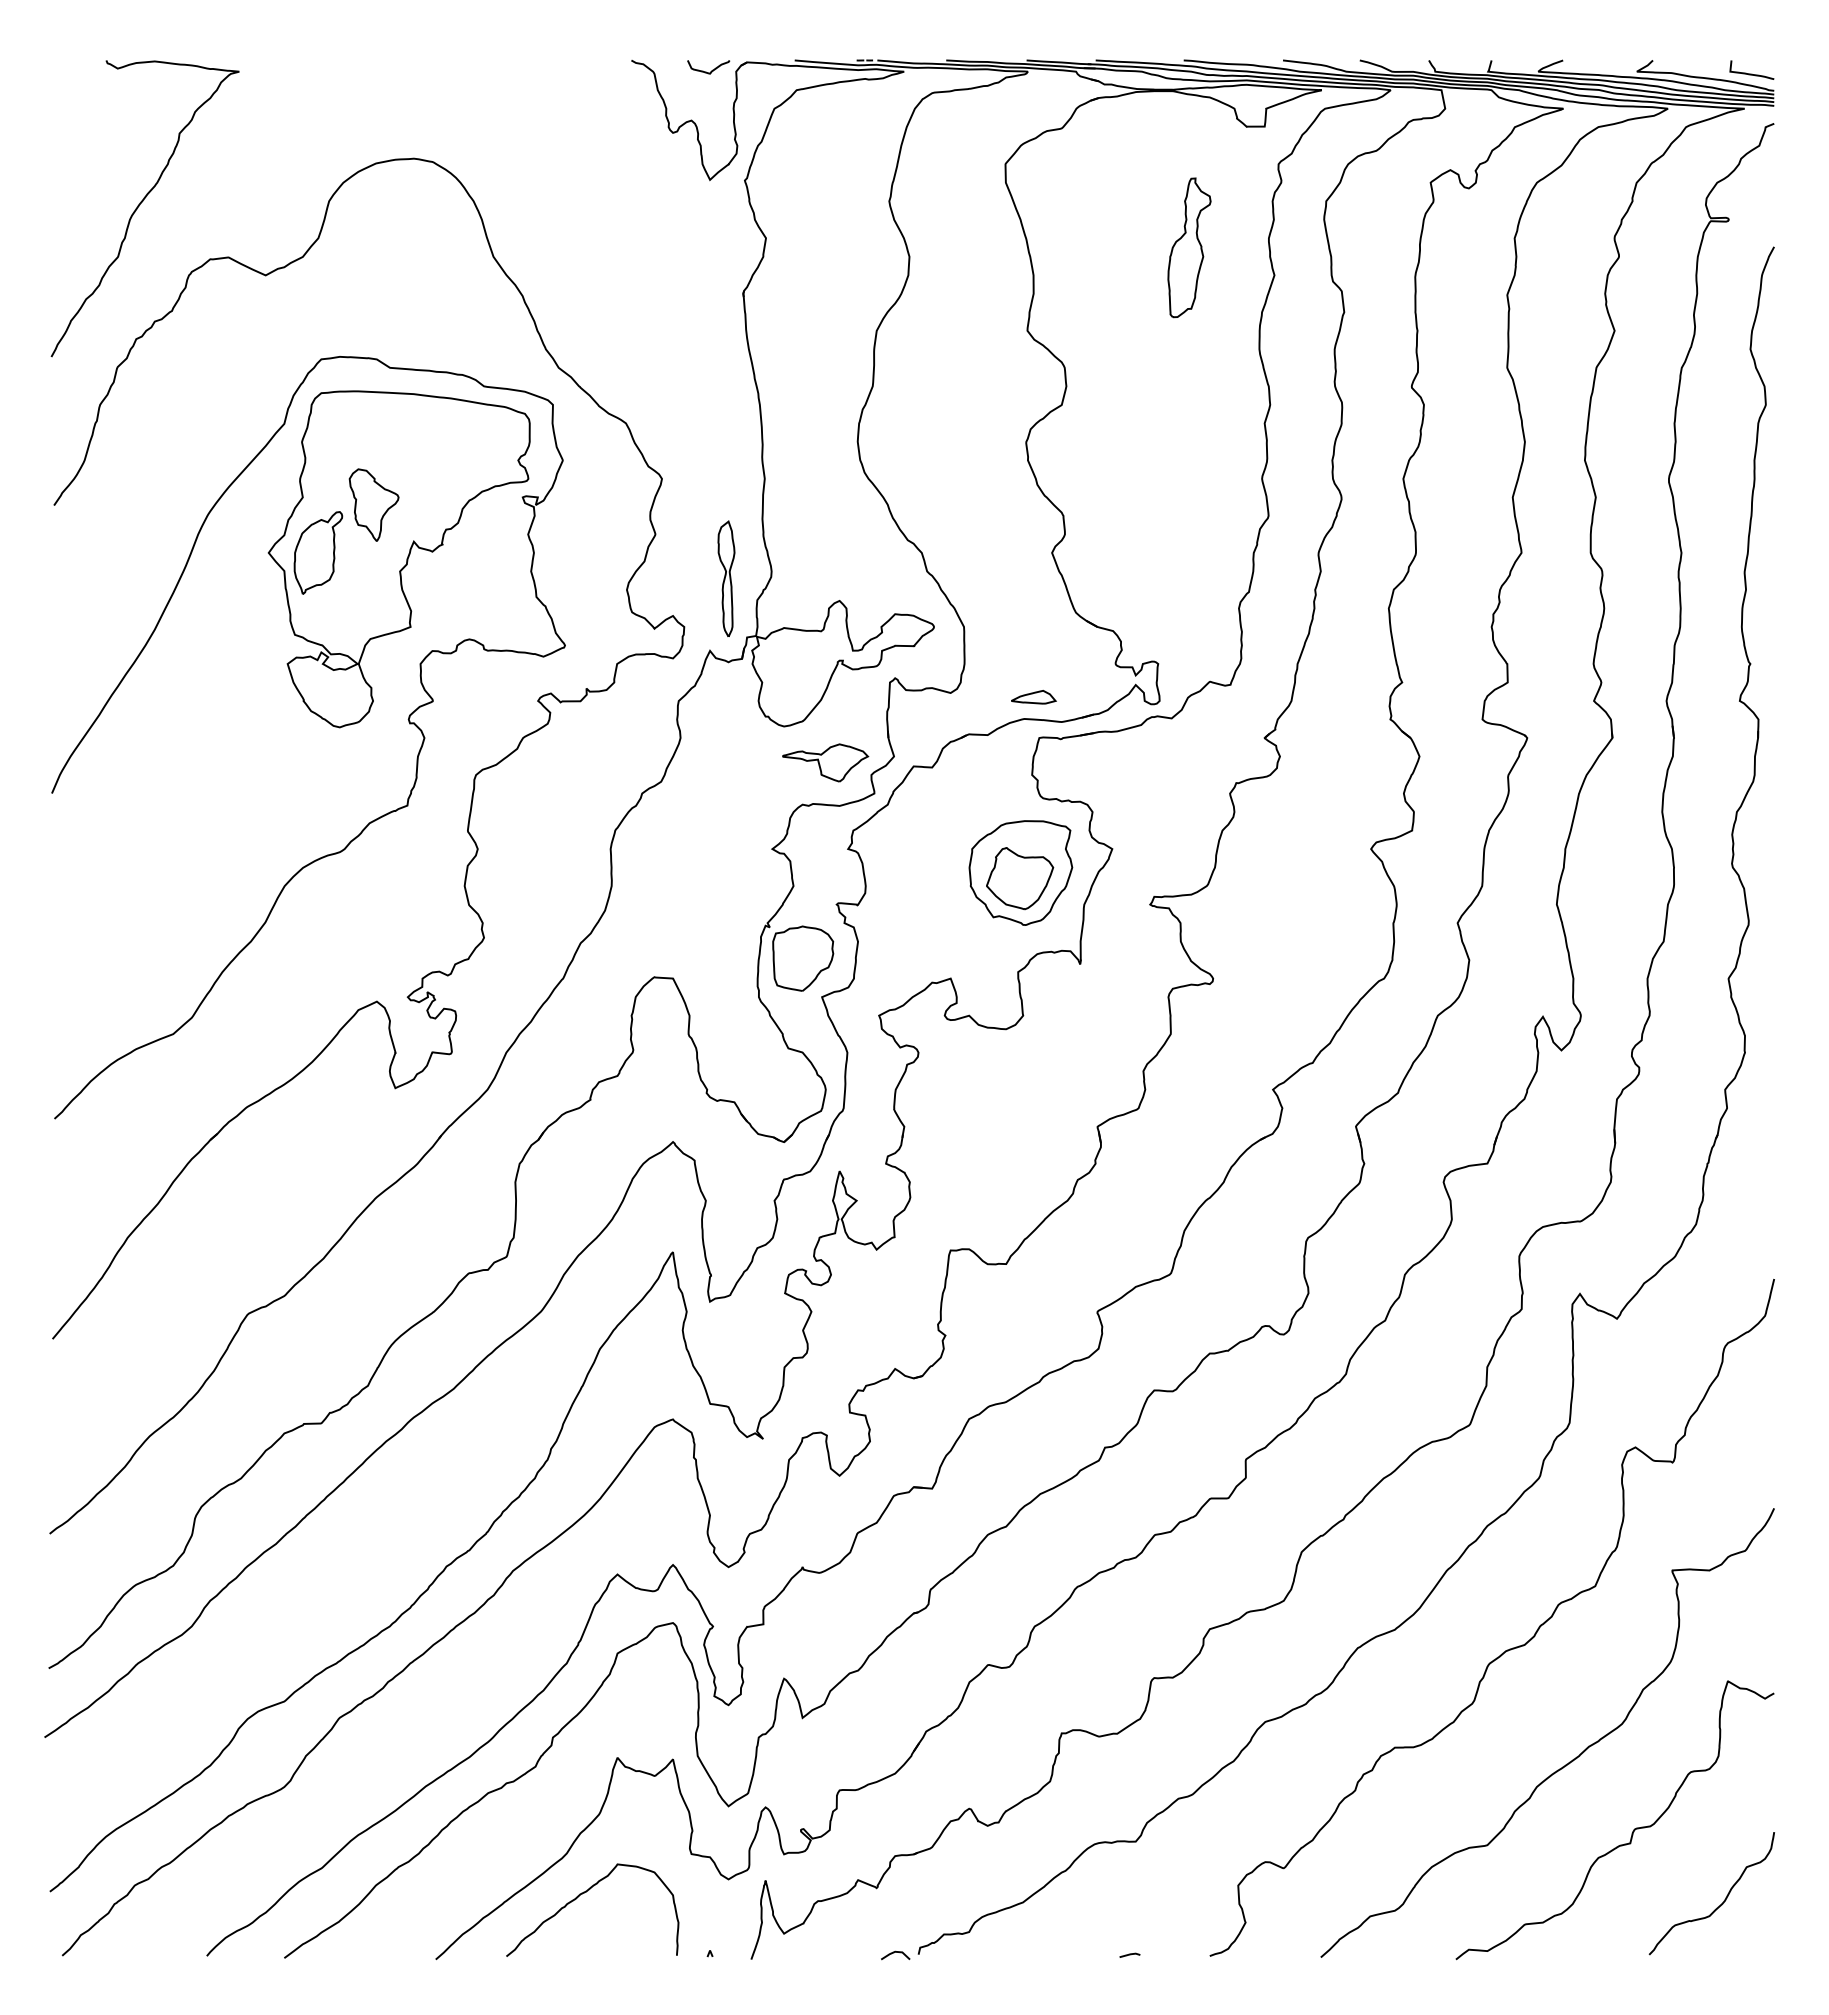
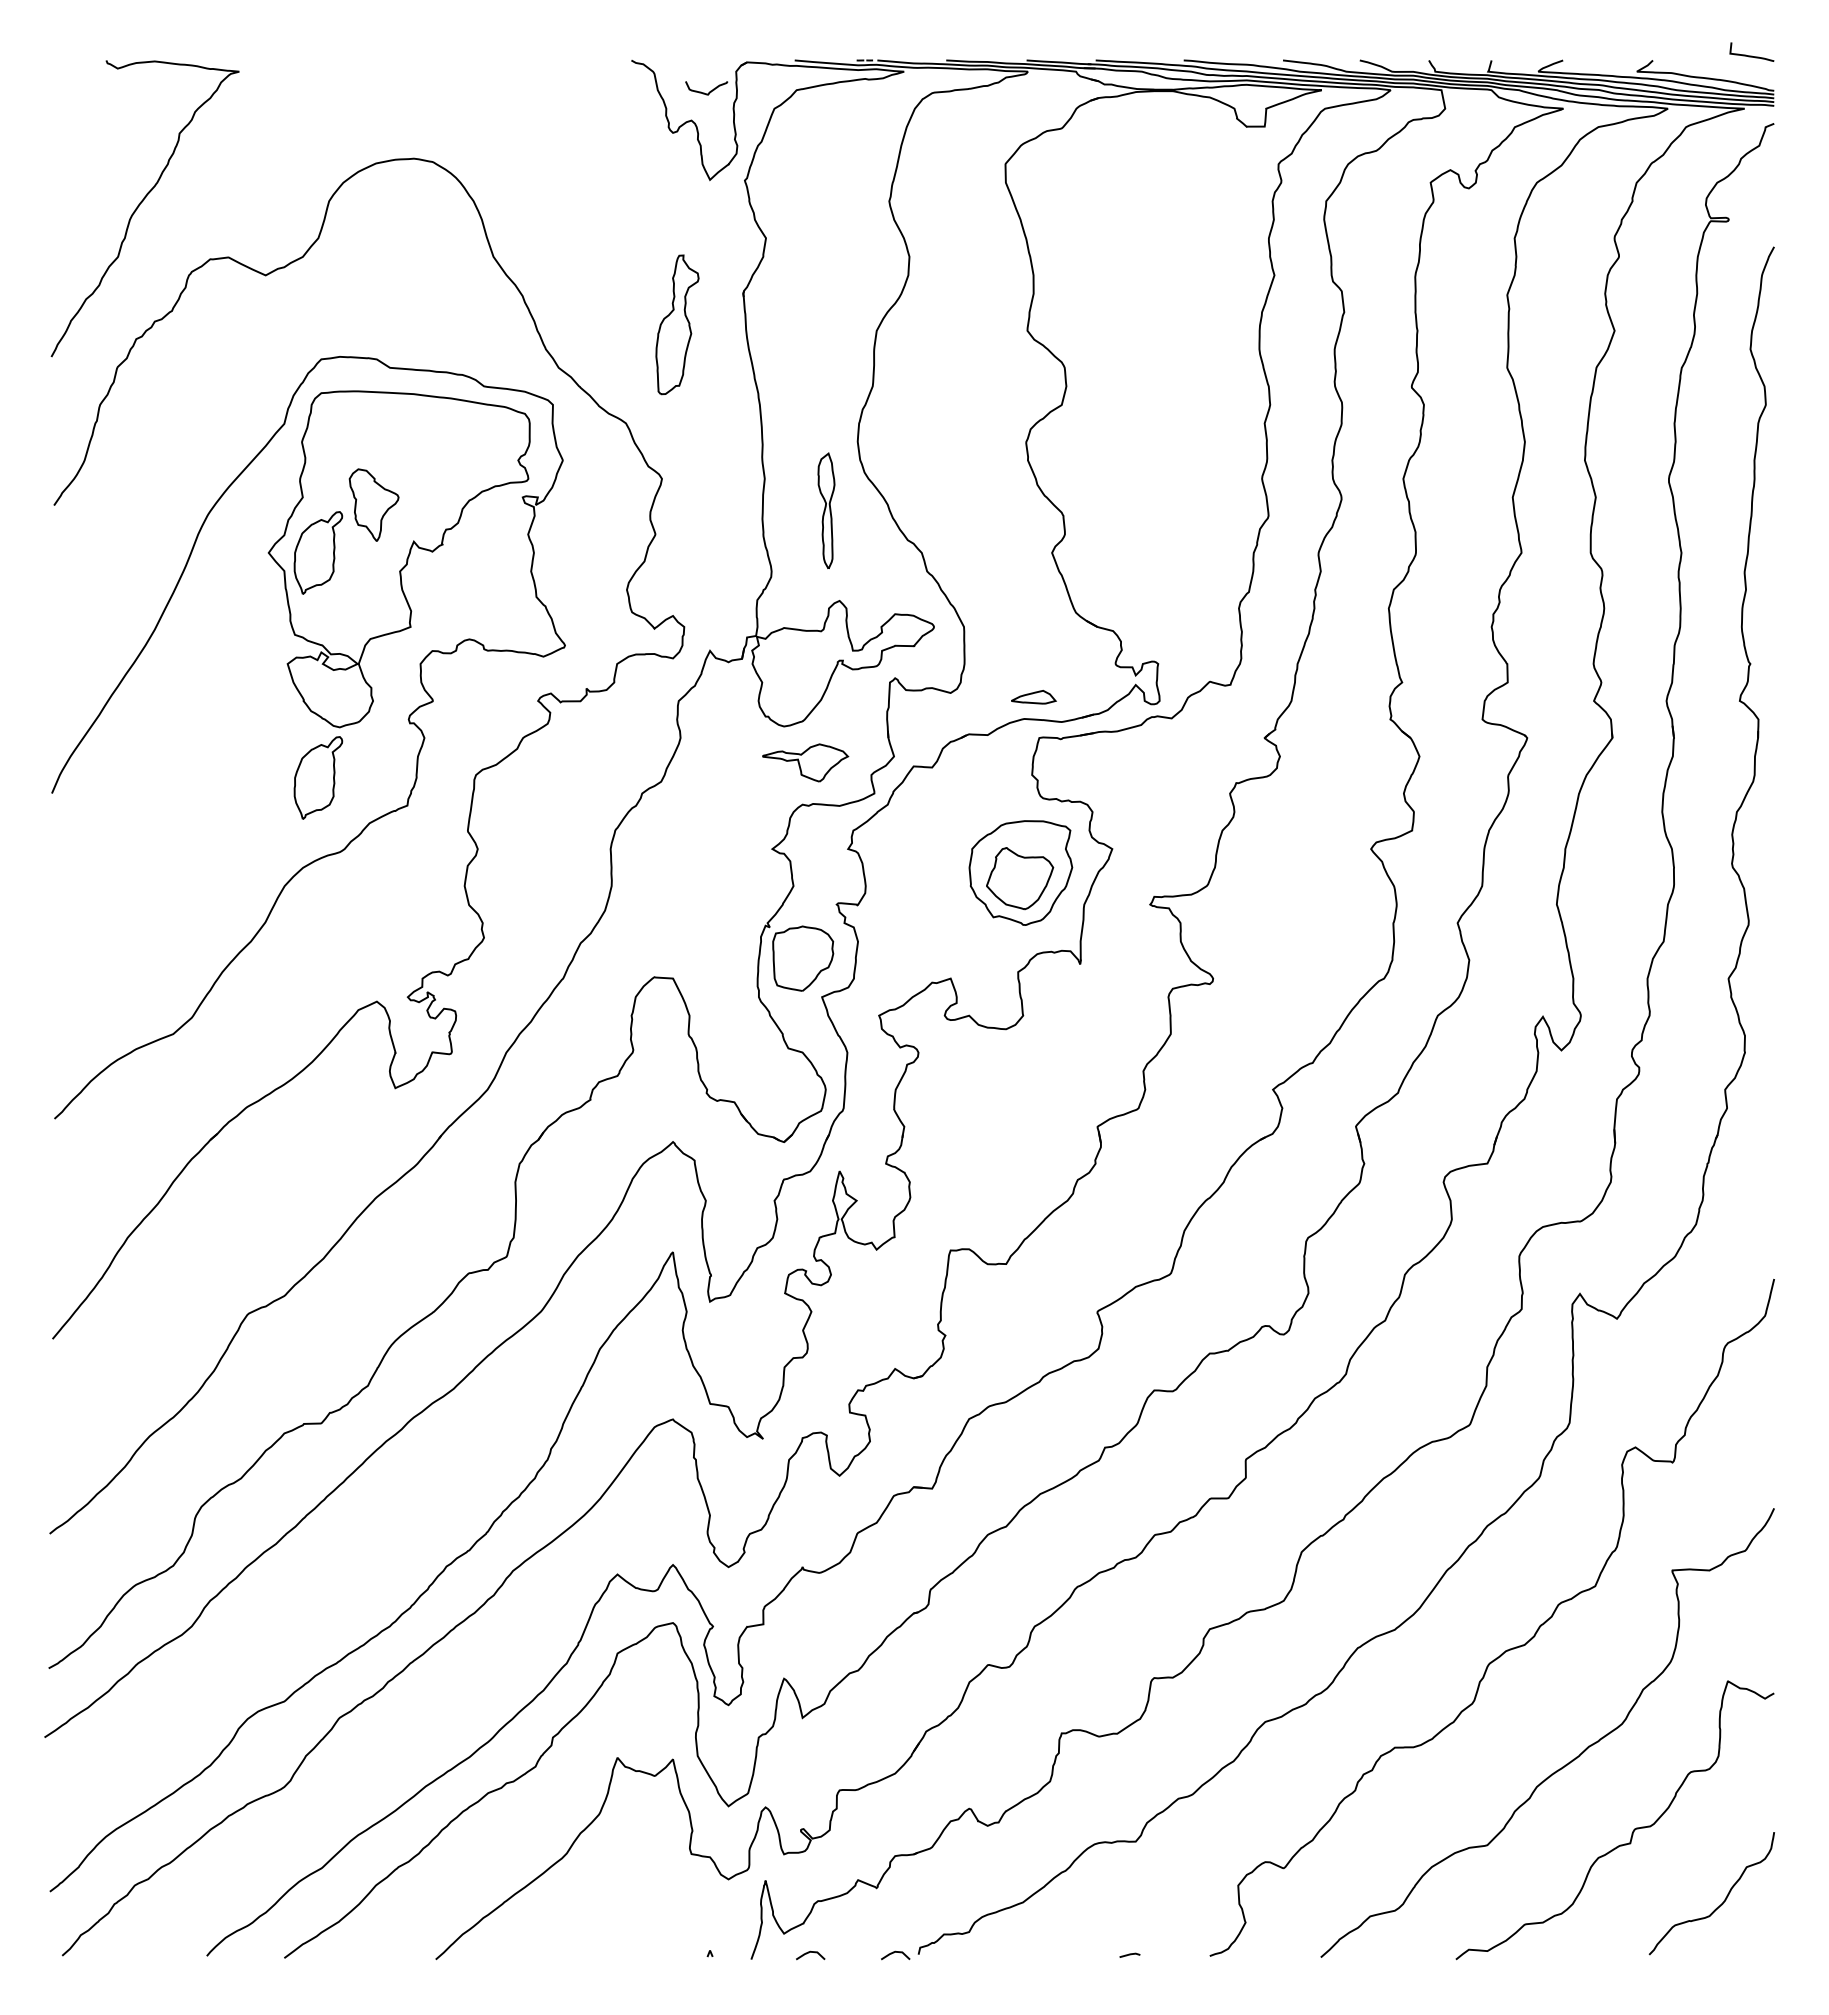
curve at (711, 70) position: (711, 70) -> (709, 91)
curve at (1751, 73) position: (1751, 73) -> (1751, 55)
part at (1189, 247) position: (1189, 247) -> (677, 324)
part at (726, 578) position: (726, 578) -> (826, 510)
part at (825, 762) position: (825, 762) -> (805, 762)
part at (318, 777): none -> present
curve at (584, 1893): present -> none
line at (809, 1953): none -> present
